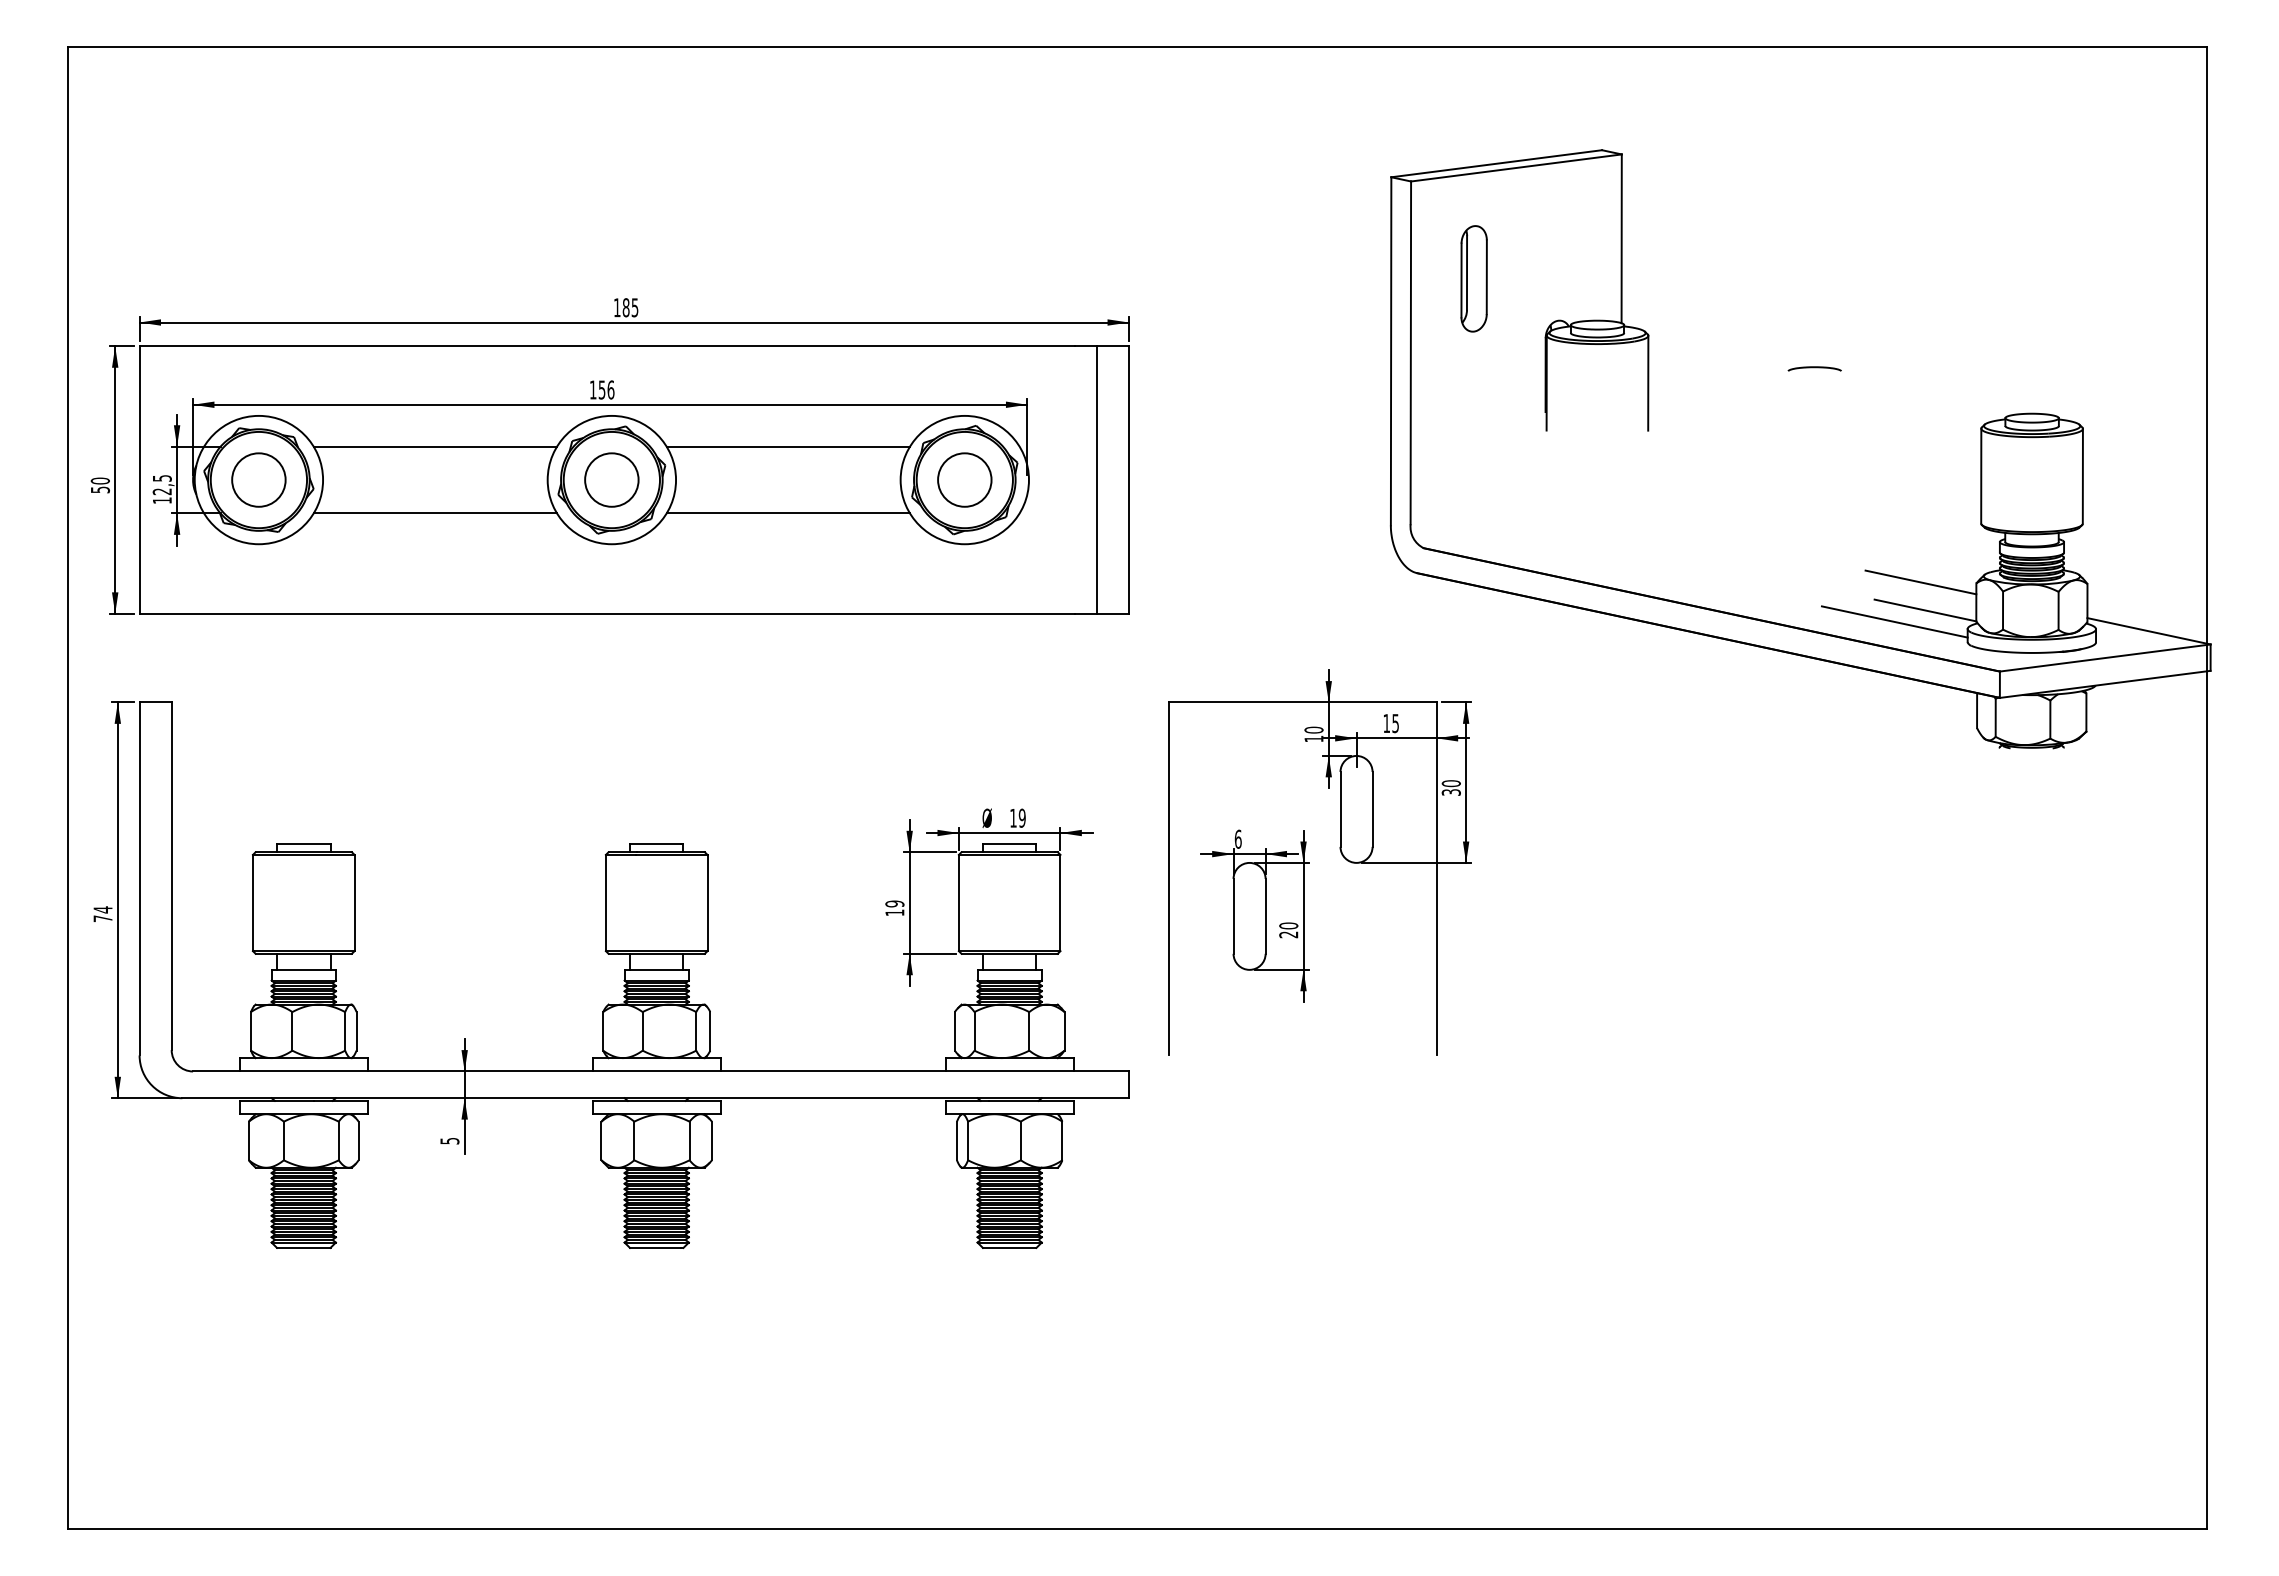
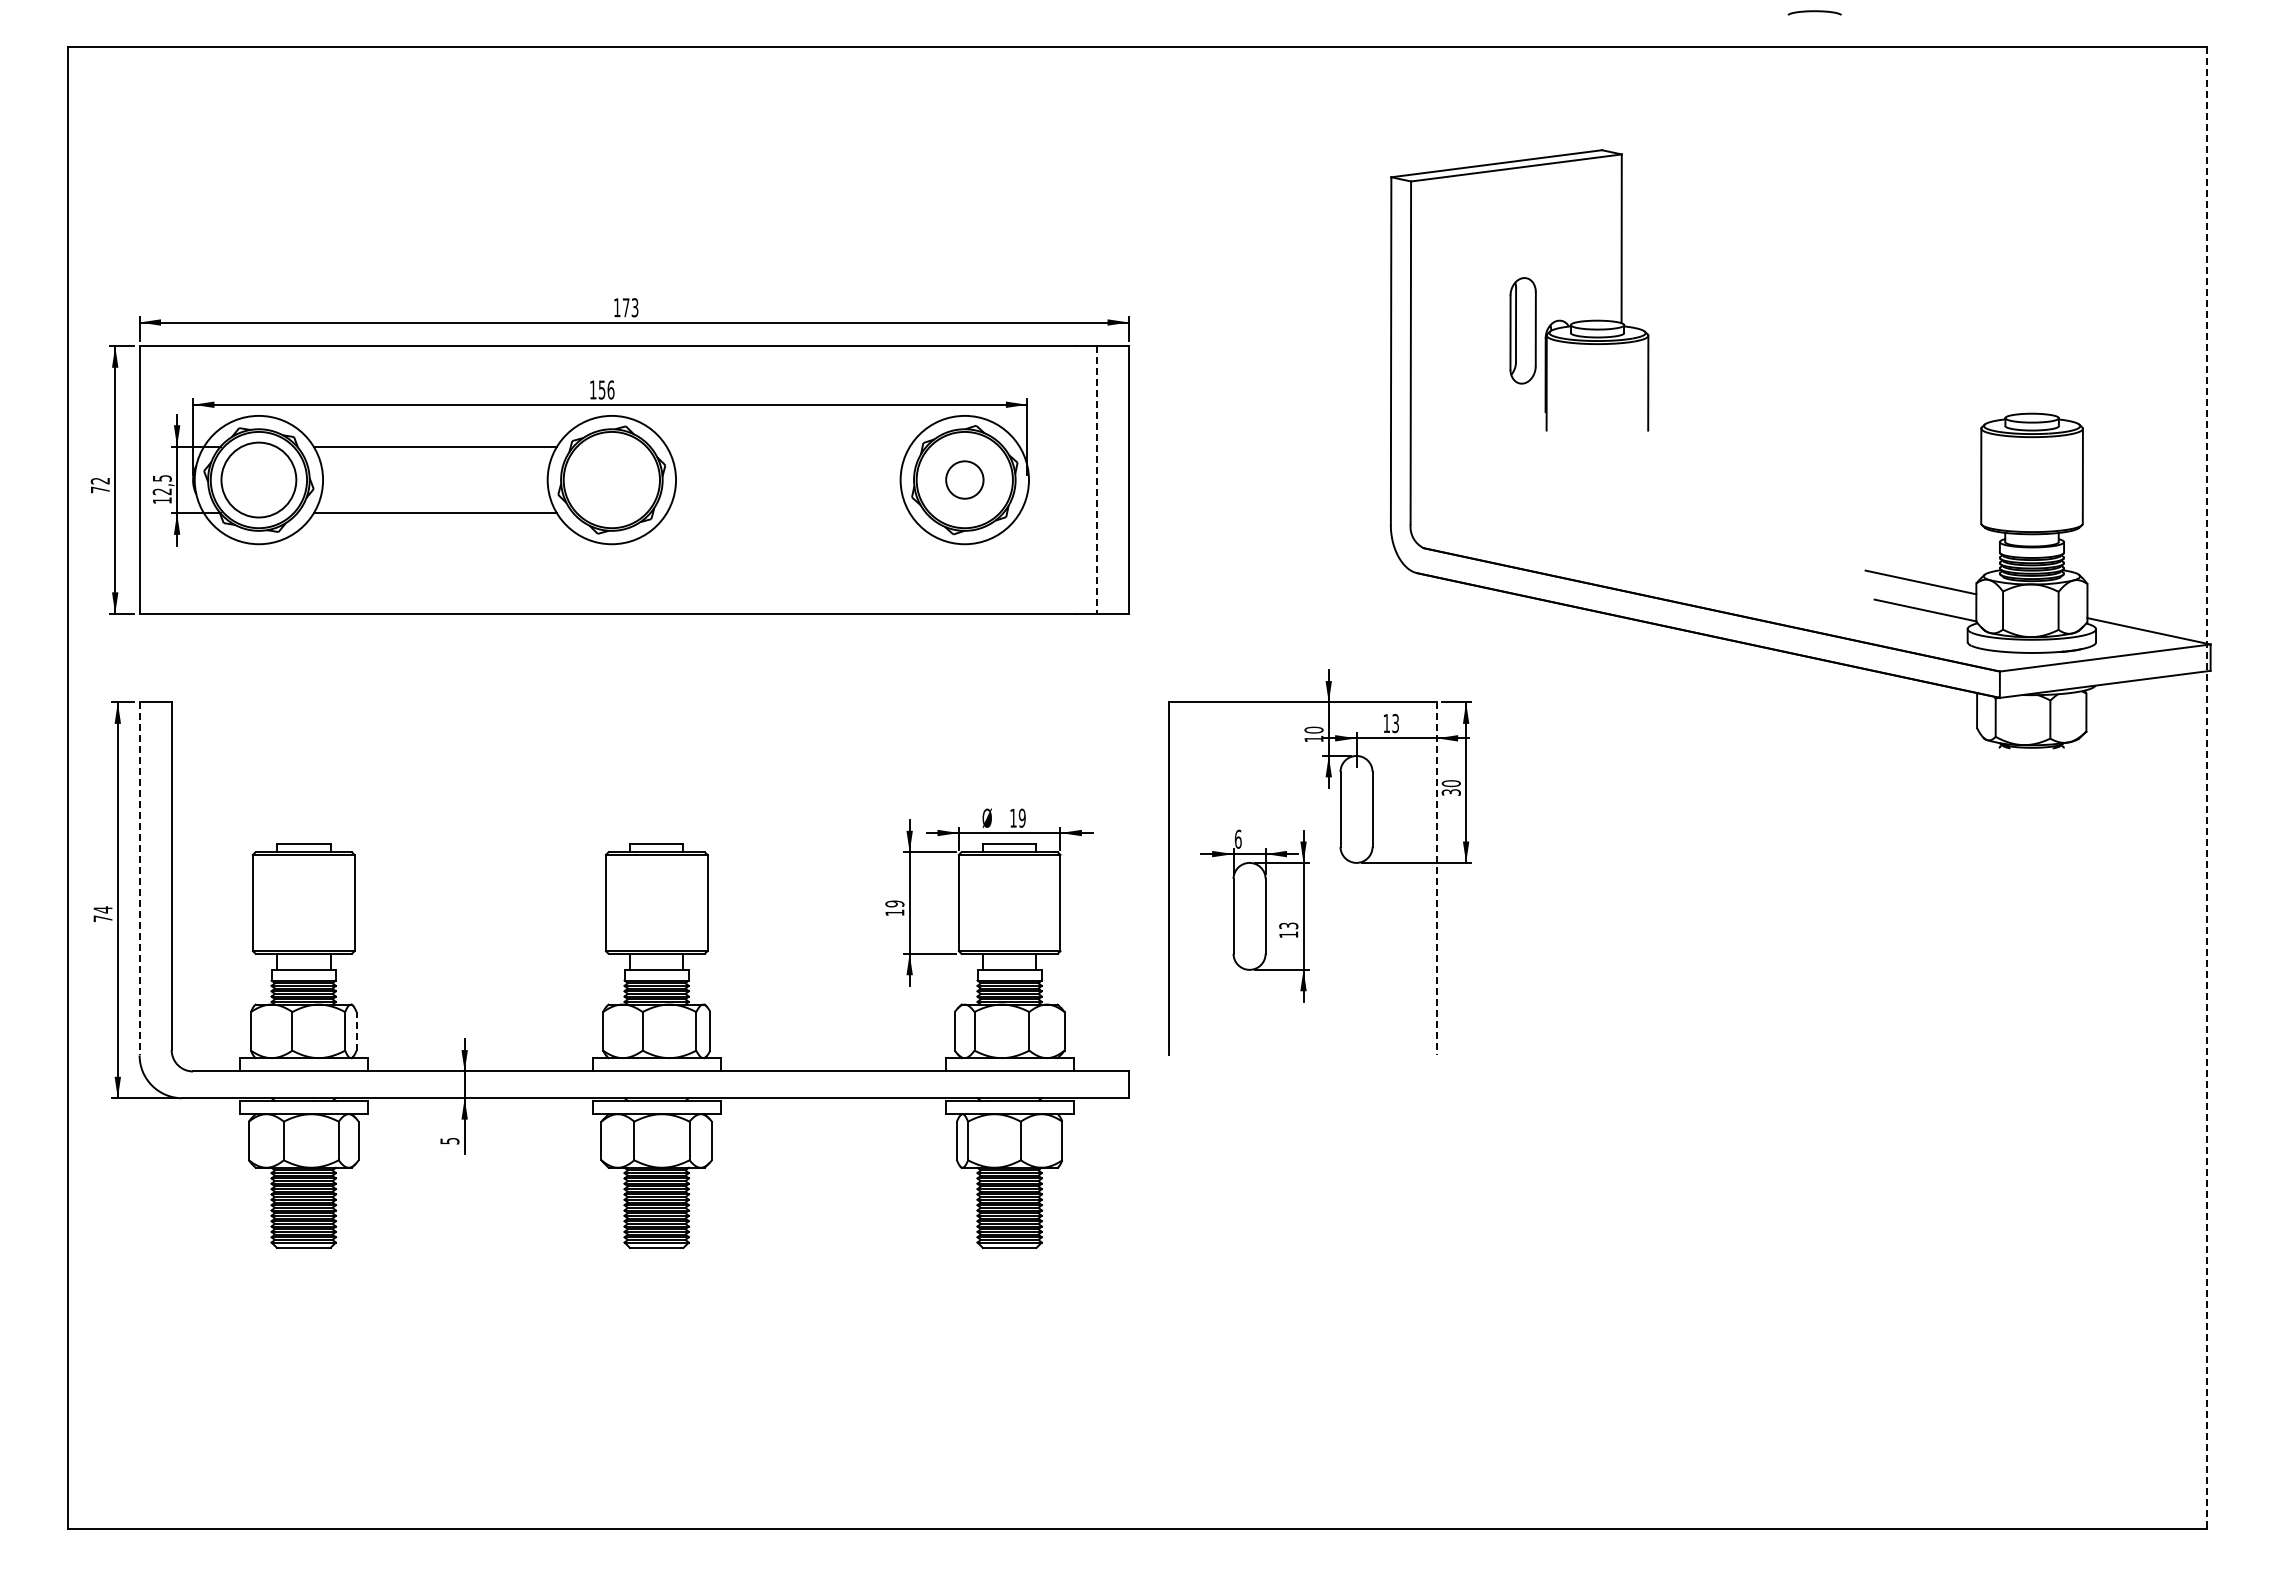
part at (1473, 278) position: (1473, 278) -> (1522, 330)
text at (630, 307): 185 -> 173
curve at (1814, 368) position: (1814, 368) -> (1814, 12)
line at (788, 446): present -> none
circle at (258, 479) diameter: 53 px -> 75 px
circle at (611, 479): present -> none
circle at (964, 479) size: 56x56 px -> 40x40 px
line at (1096, 480): solid -> dashed
text at (99, 485): 50 -> 72
line at (788, 513): present -> none
line at (1894, 621): present -> none
text at (1395, 722): 15 -> 13
line at (2207, 788): solid -> dashed
line at (139, 879): solid -> dashed
line at (1436, 879): solid -> dashed
text at (1288, 930): 20 -> 13
line at (356, 1030): solid -> dashed
